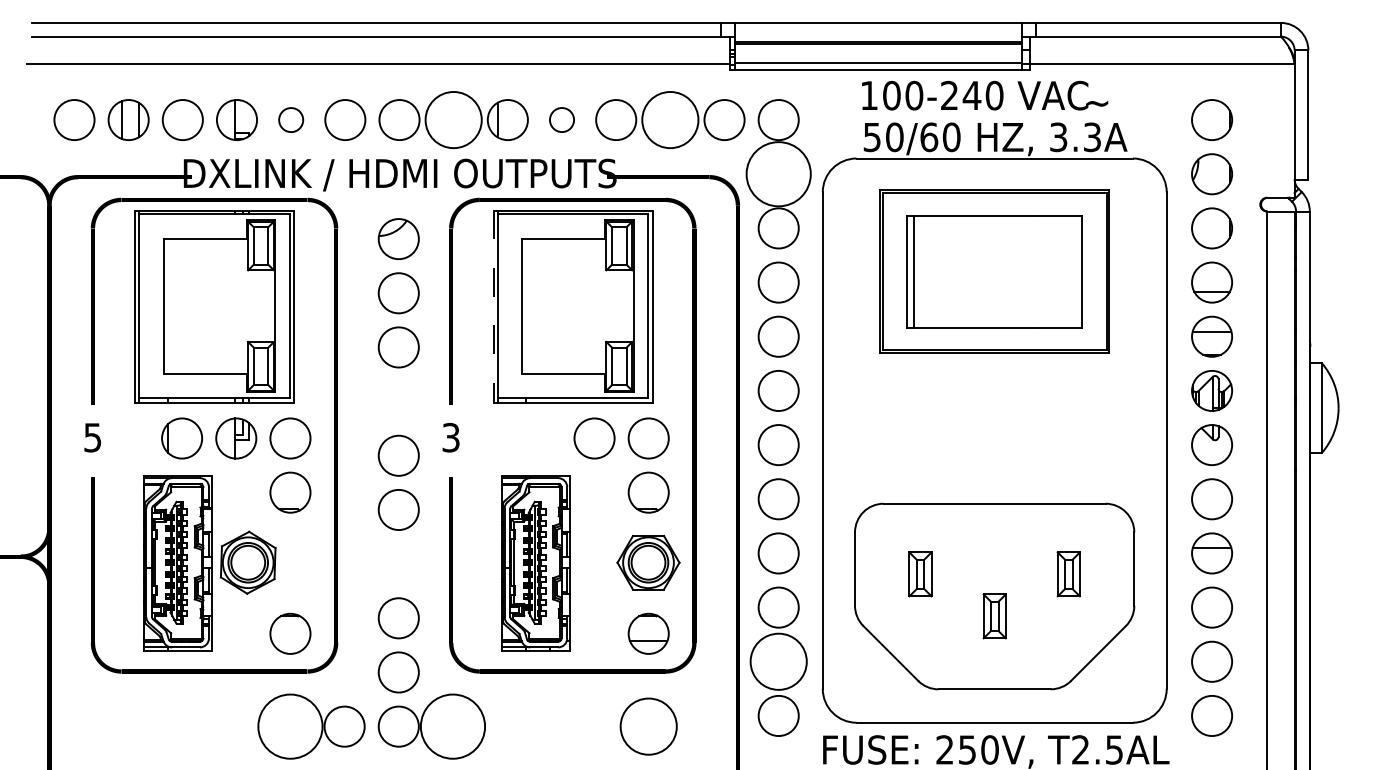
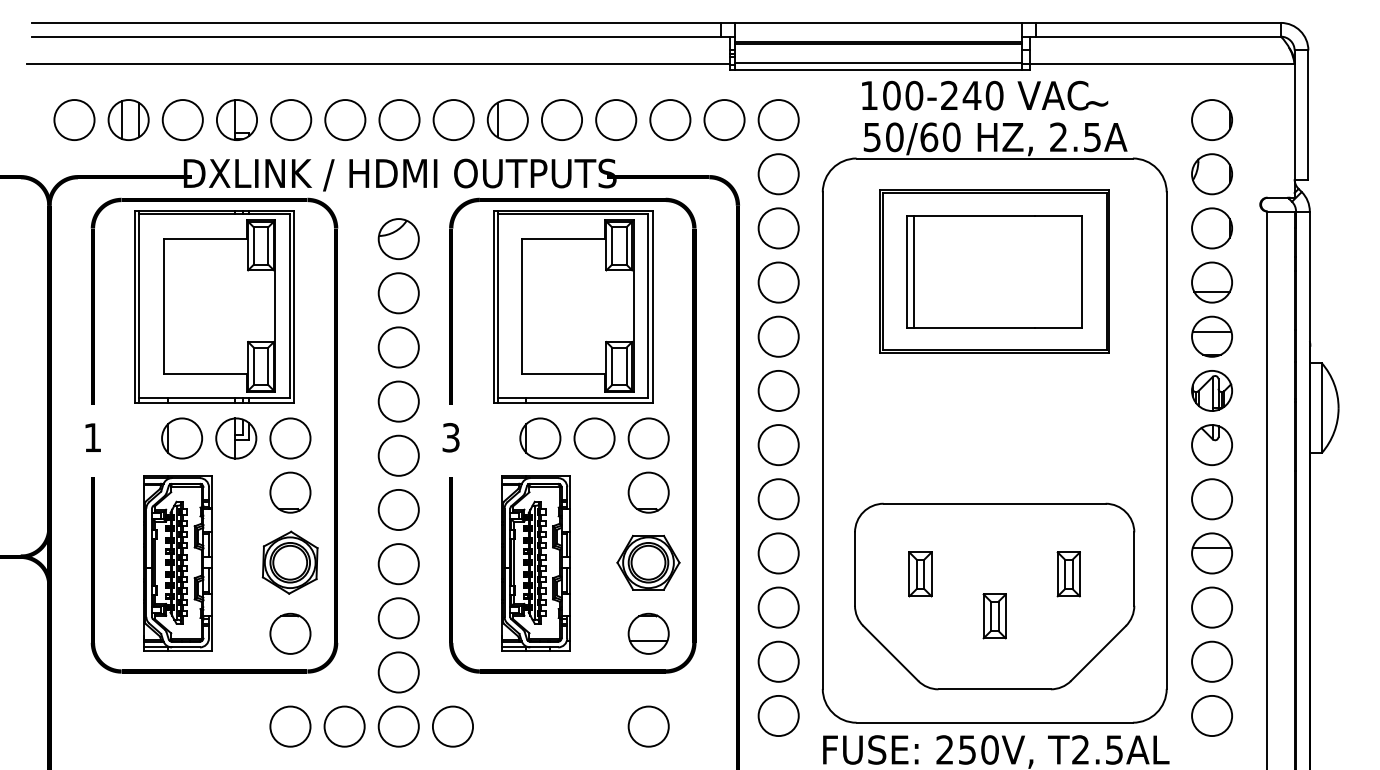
circle at (453, 119) diameter: 56 px -> 40 px
circle at (561, 119) size: 26x26 px -> 42x42 px
circle at (670, 119) diameter: 56 px -> 40 px
circle at (291, 120) diameter: 24 px -> 40 px
text at (1075, 137): 3.3A -> 2.5A
circle at (778, 174) diameter: 64 px -> 40 px
line at (493, 307): dashed -> solid
circle at (398, 401): none -> present
text at (92, 437): 5 -> 1
part at (540, 438): none -> present
part at (247, 562) position: (247, 562) -> (289, 562)
circle at (398, 564): none -> present
circle at (778, 661) diameter: 56 px -> 40 px
circle at (290, 726) diameter: 64 px -> 40 px
circle at (452, 726) diameter: 64 px -> 40 px
circle at (648, 726) diameter: 56 px -> 40 px
